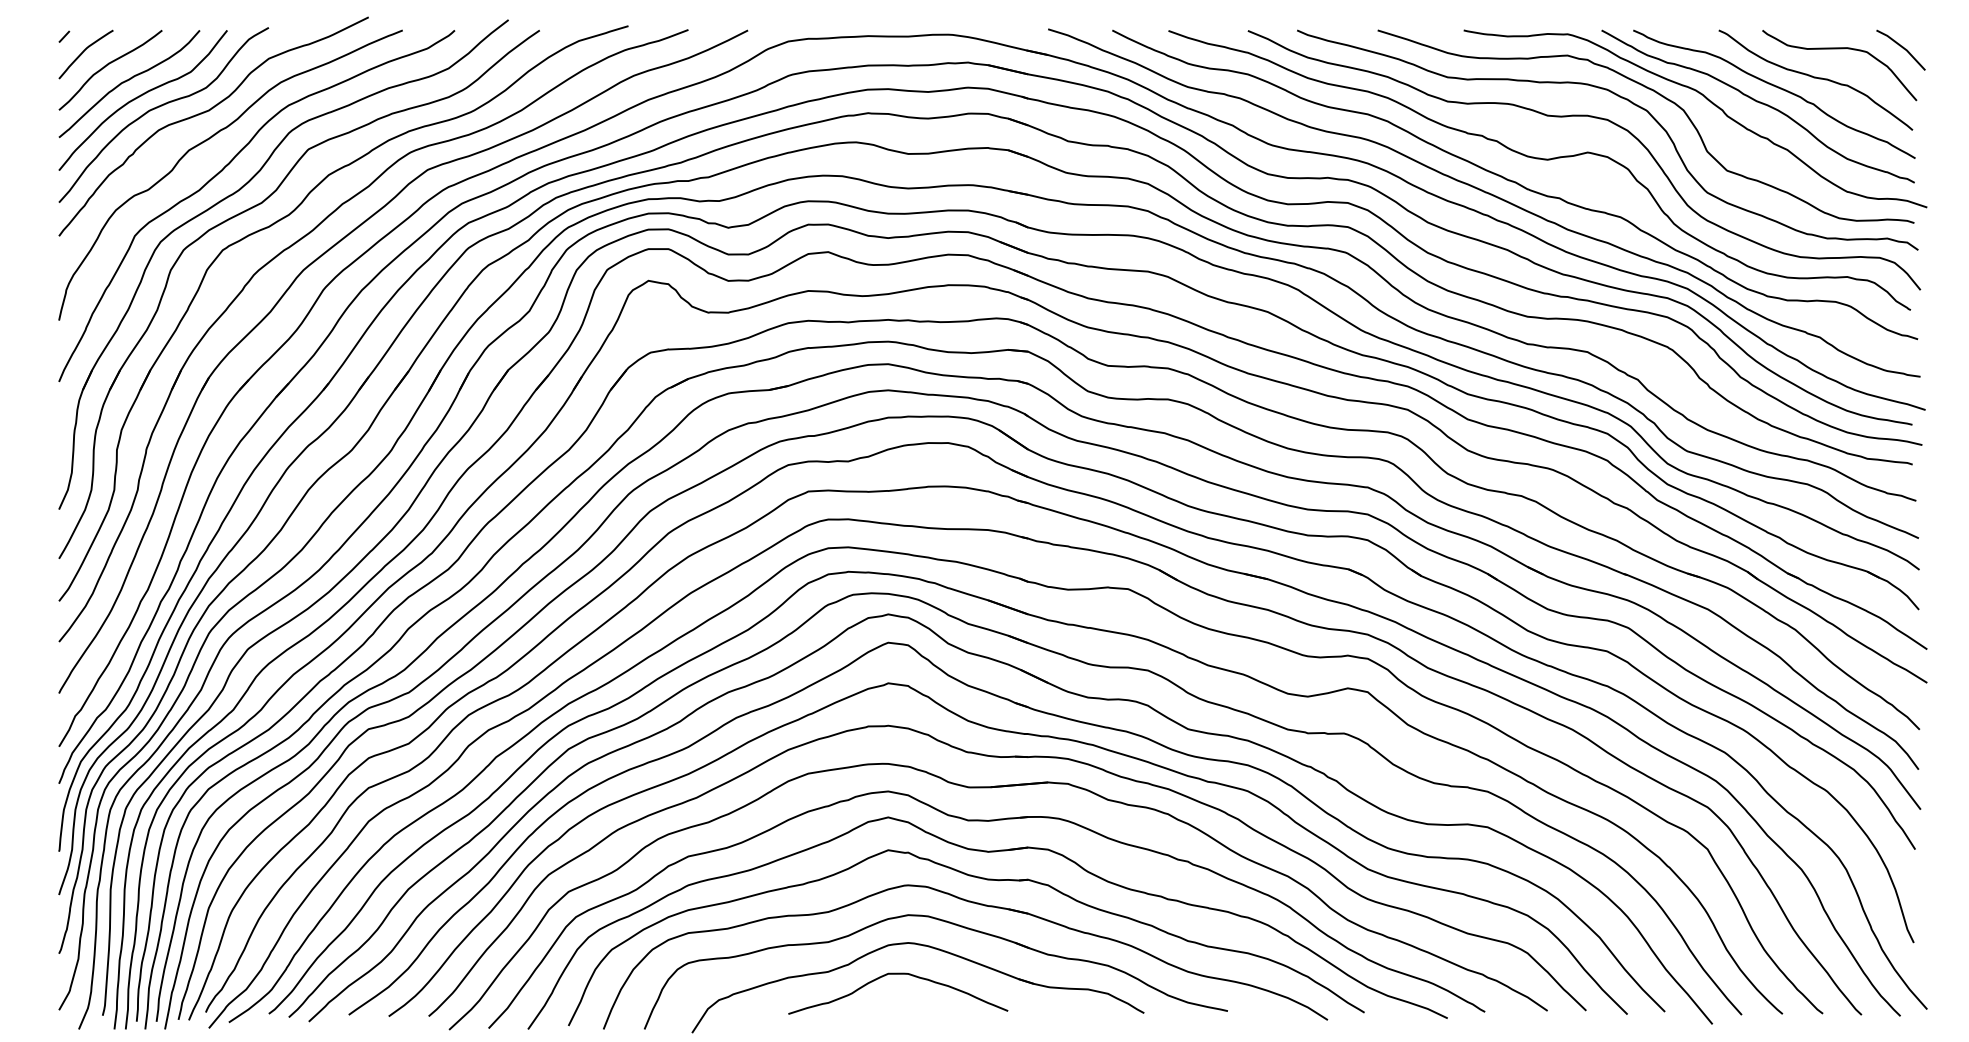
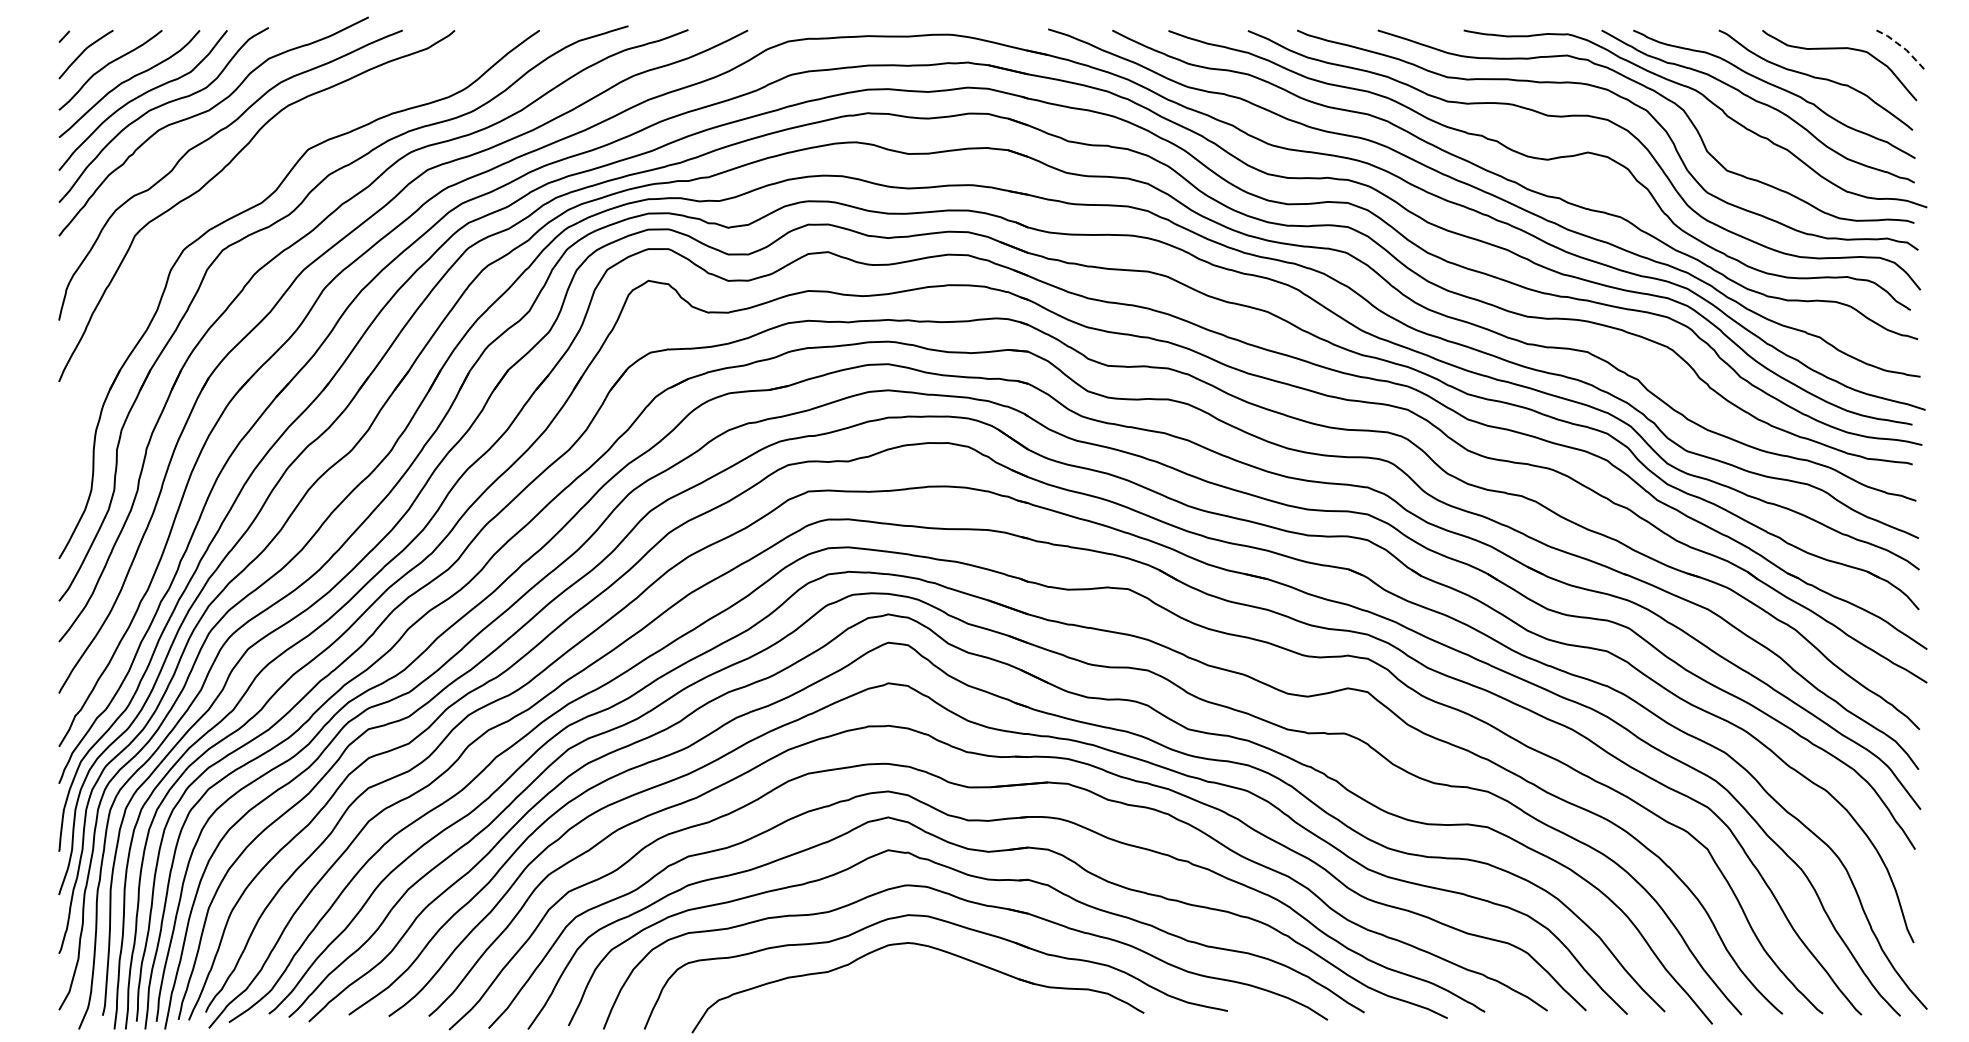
line at (1902, 47): solid -> dashed
part at (237, 192): present -> none
curve at (898, 974): present -> none
